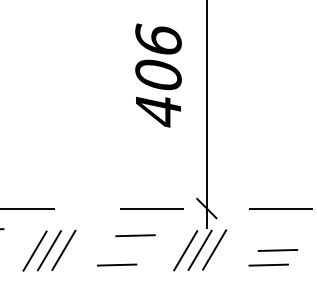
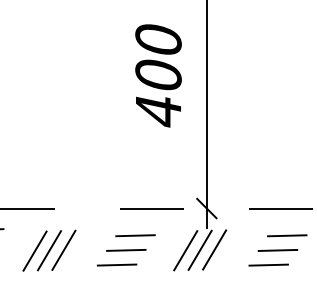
text at (158, 38): 406 -> 400
line at (286, 235): none -> present
line at (126, 249): none -> present
